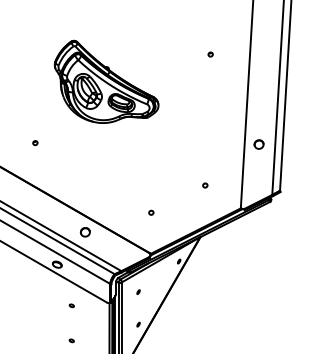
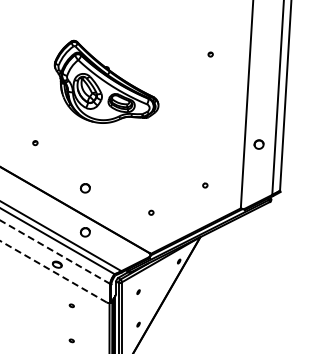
part at (84, 188): none -> present
line at (54, 252): solid -> dashed
line at (53, 271): solid -> dashed
